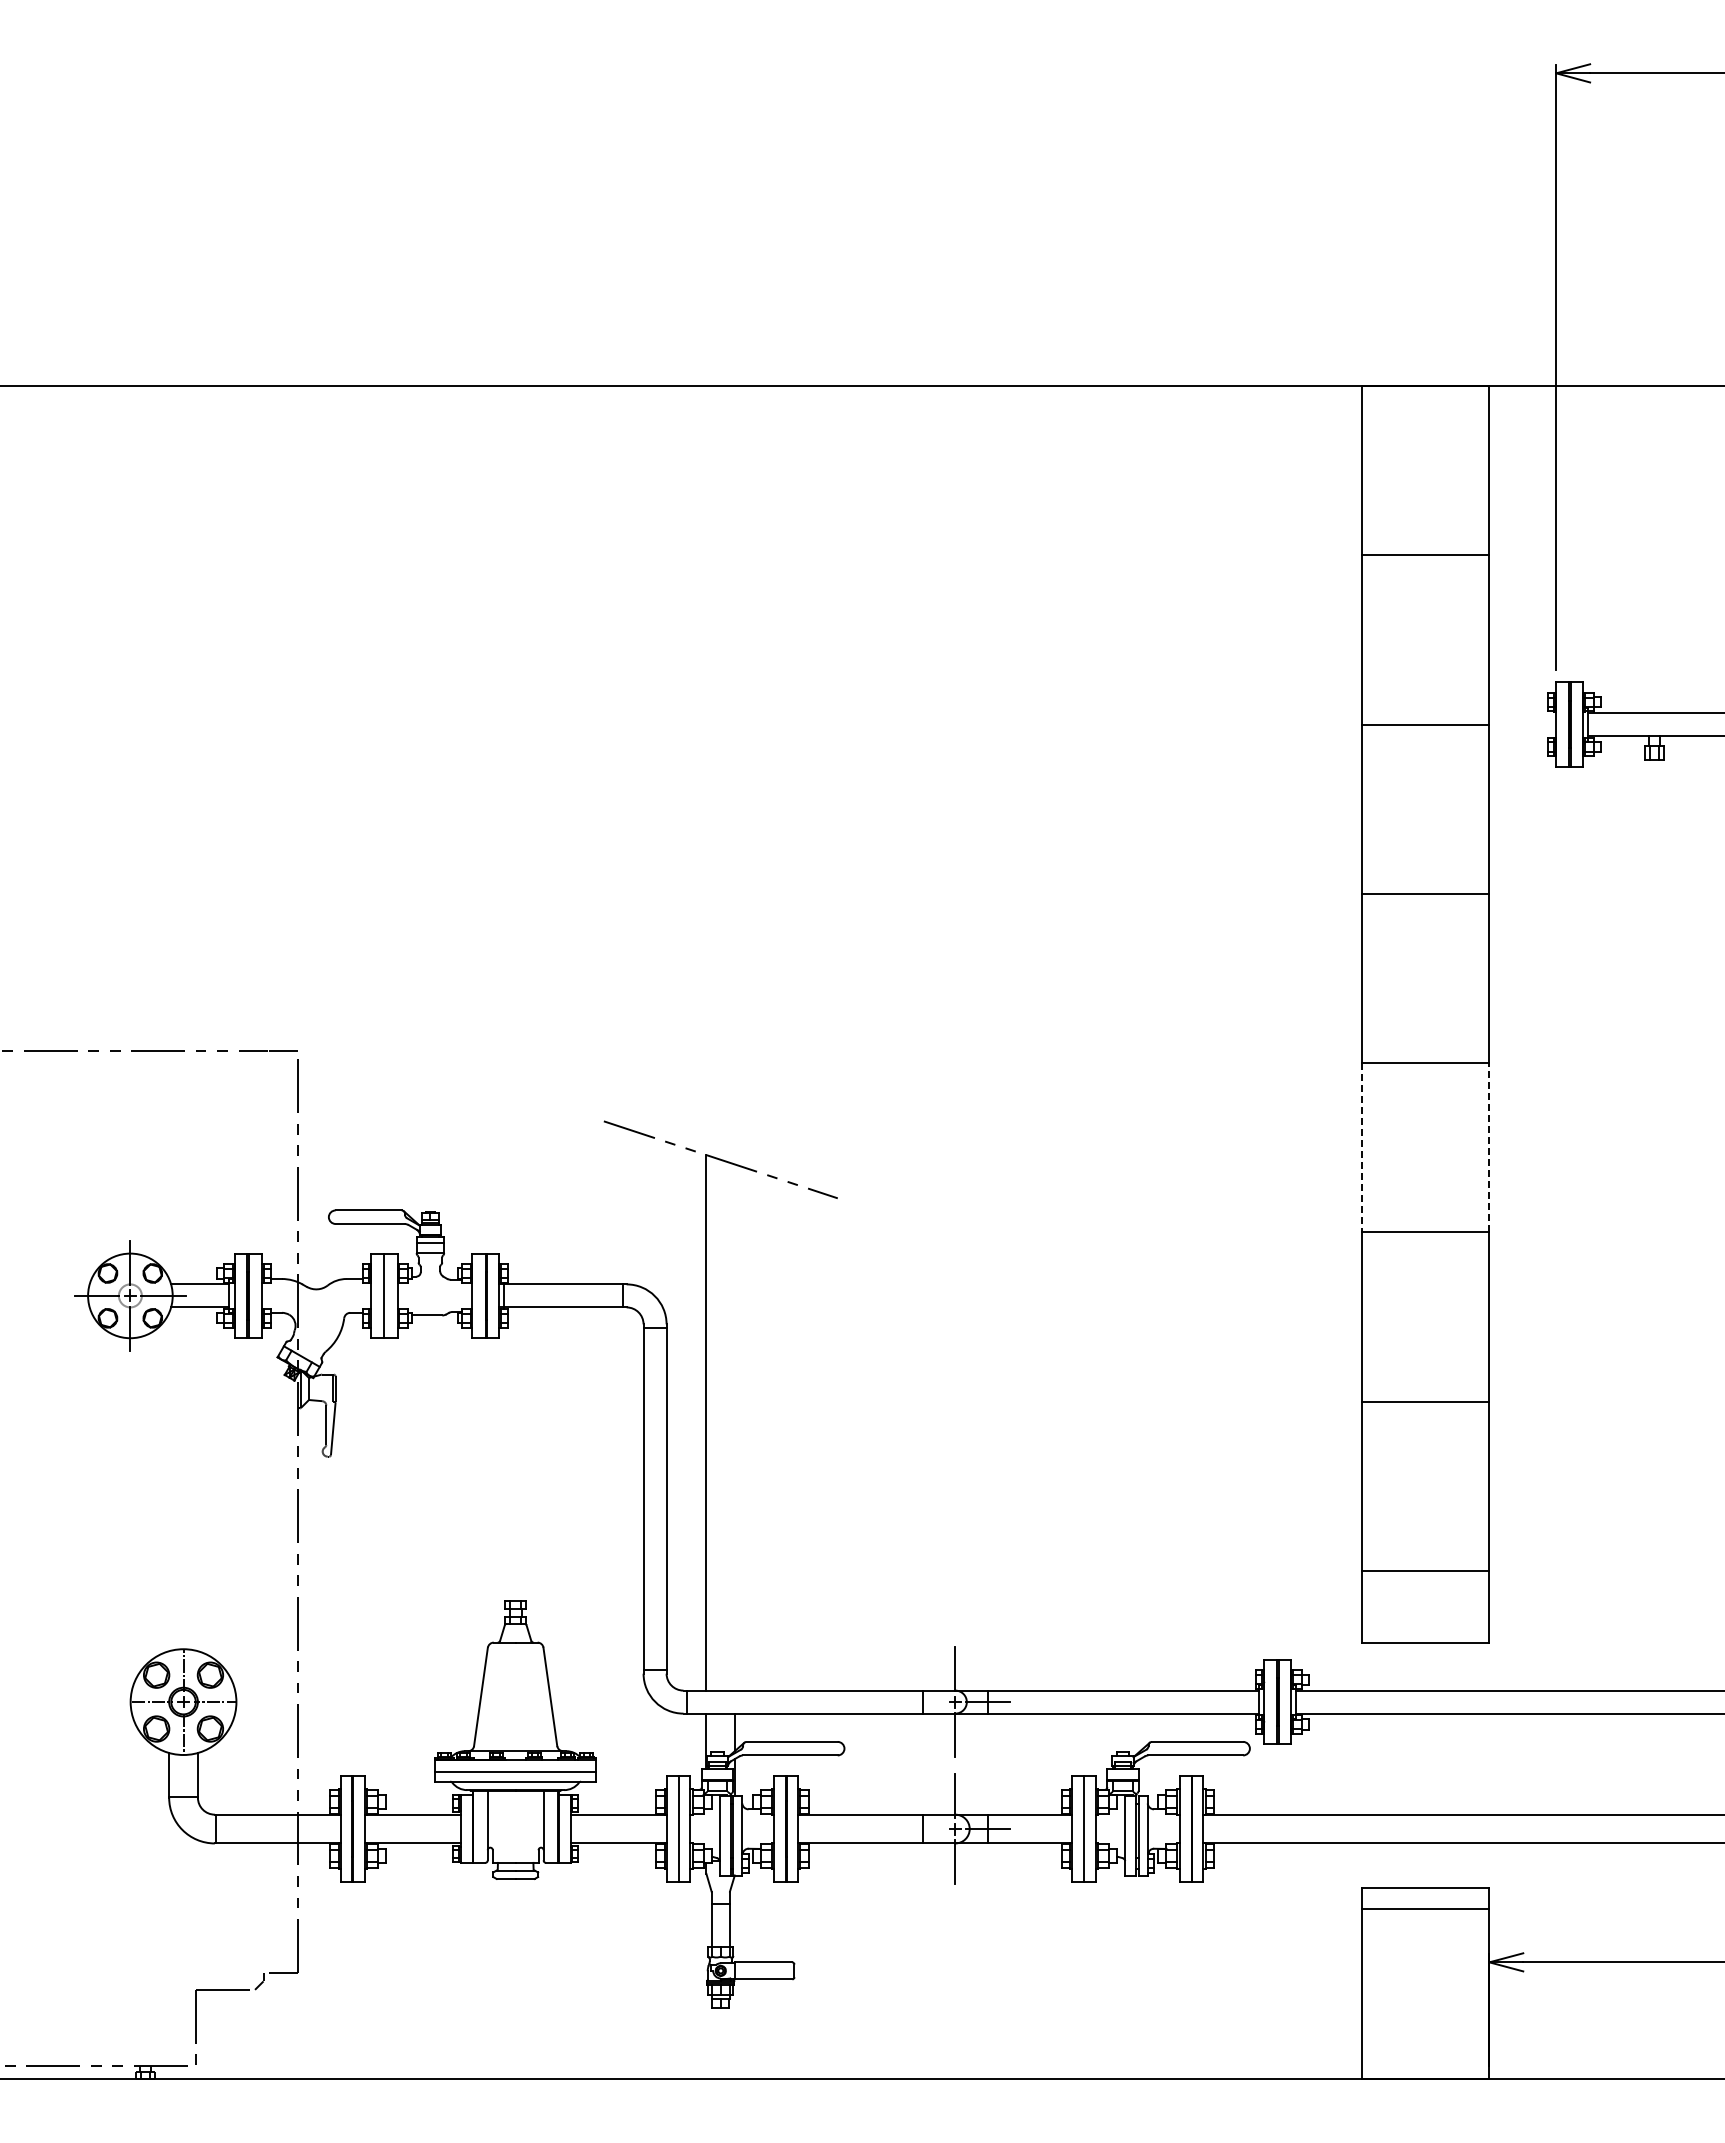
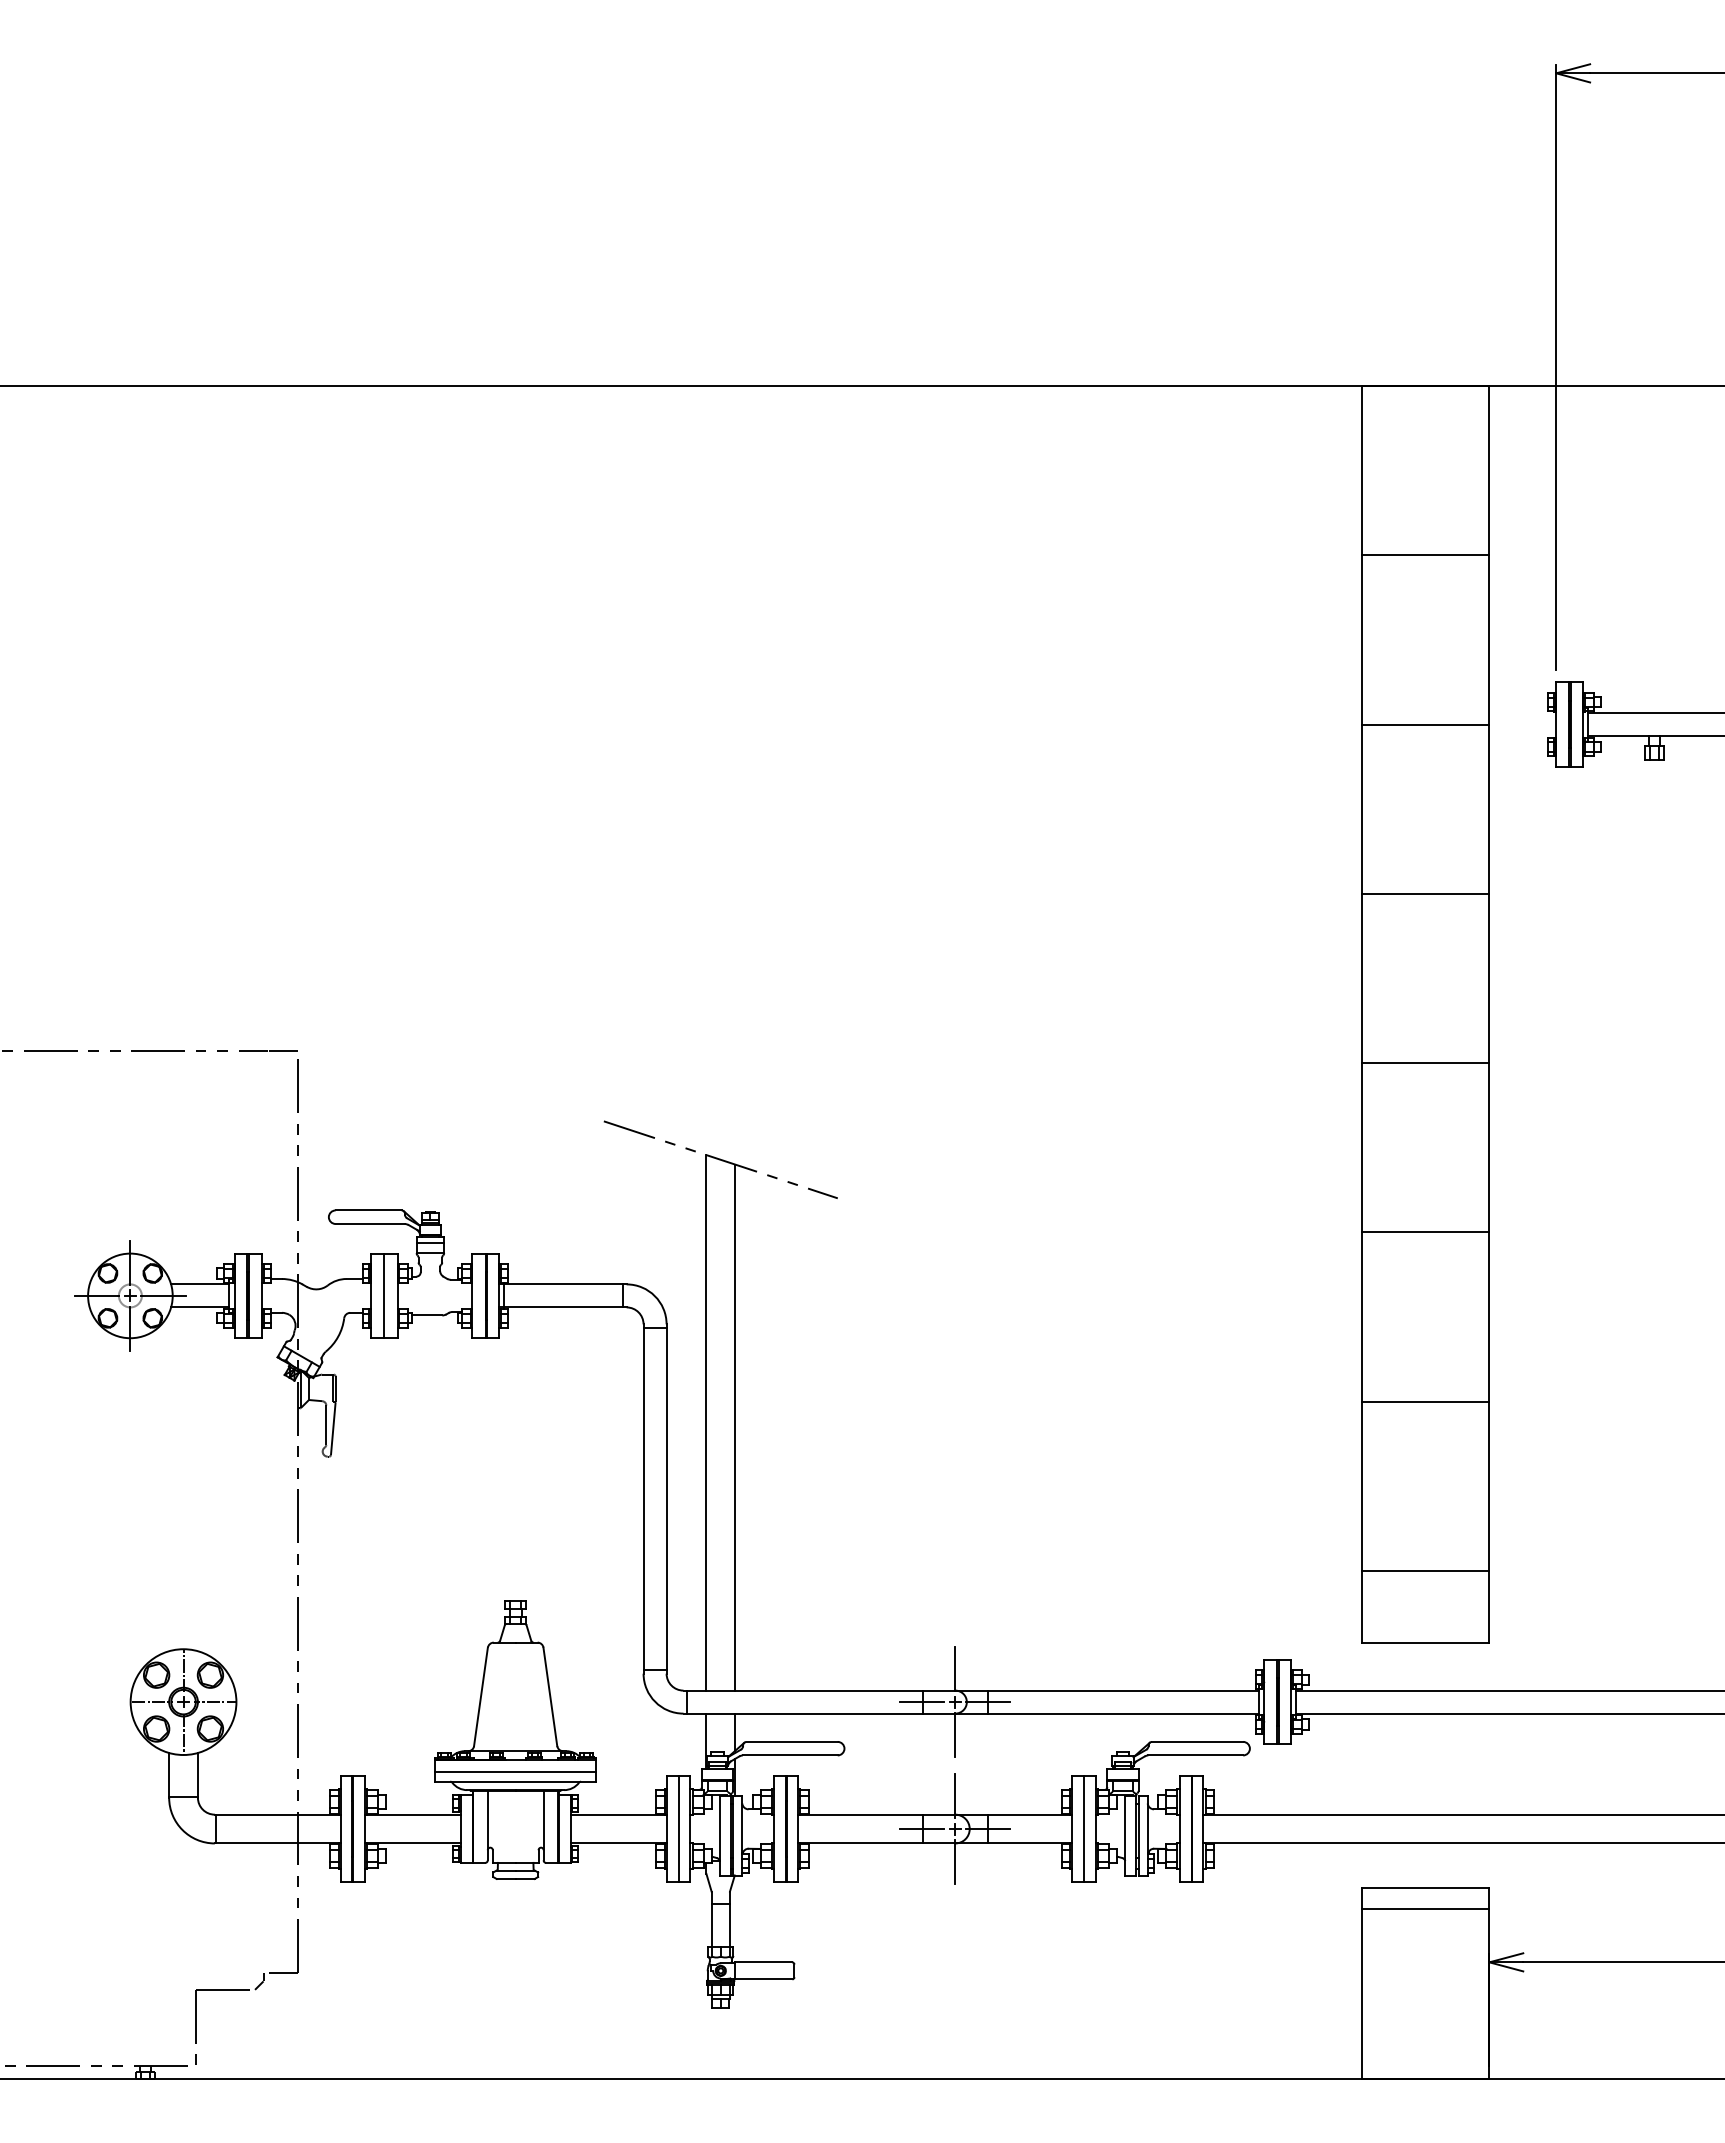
line at (1362, 1147): dashed -> solid
line at (1489, 1147): dashed -> solid
line at (735, 1427): none -> present
line at (922, 1702): none -> present
line at (922, 1829): none -> present
